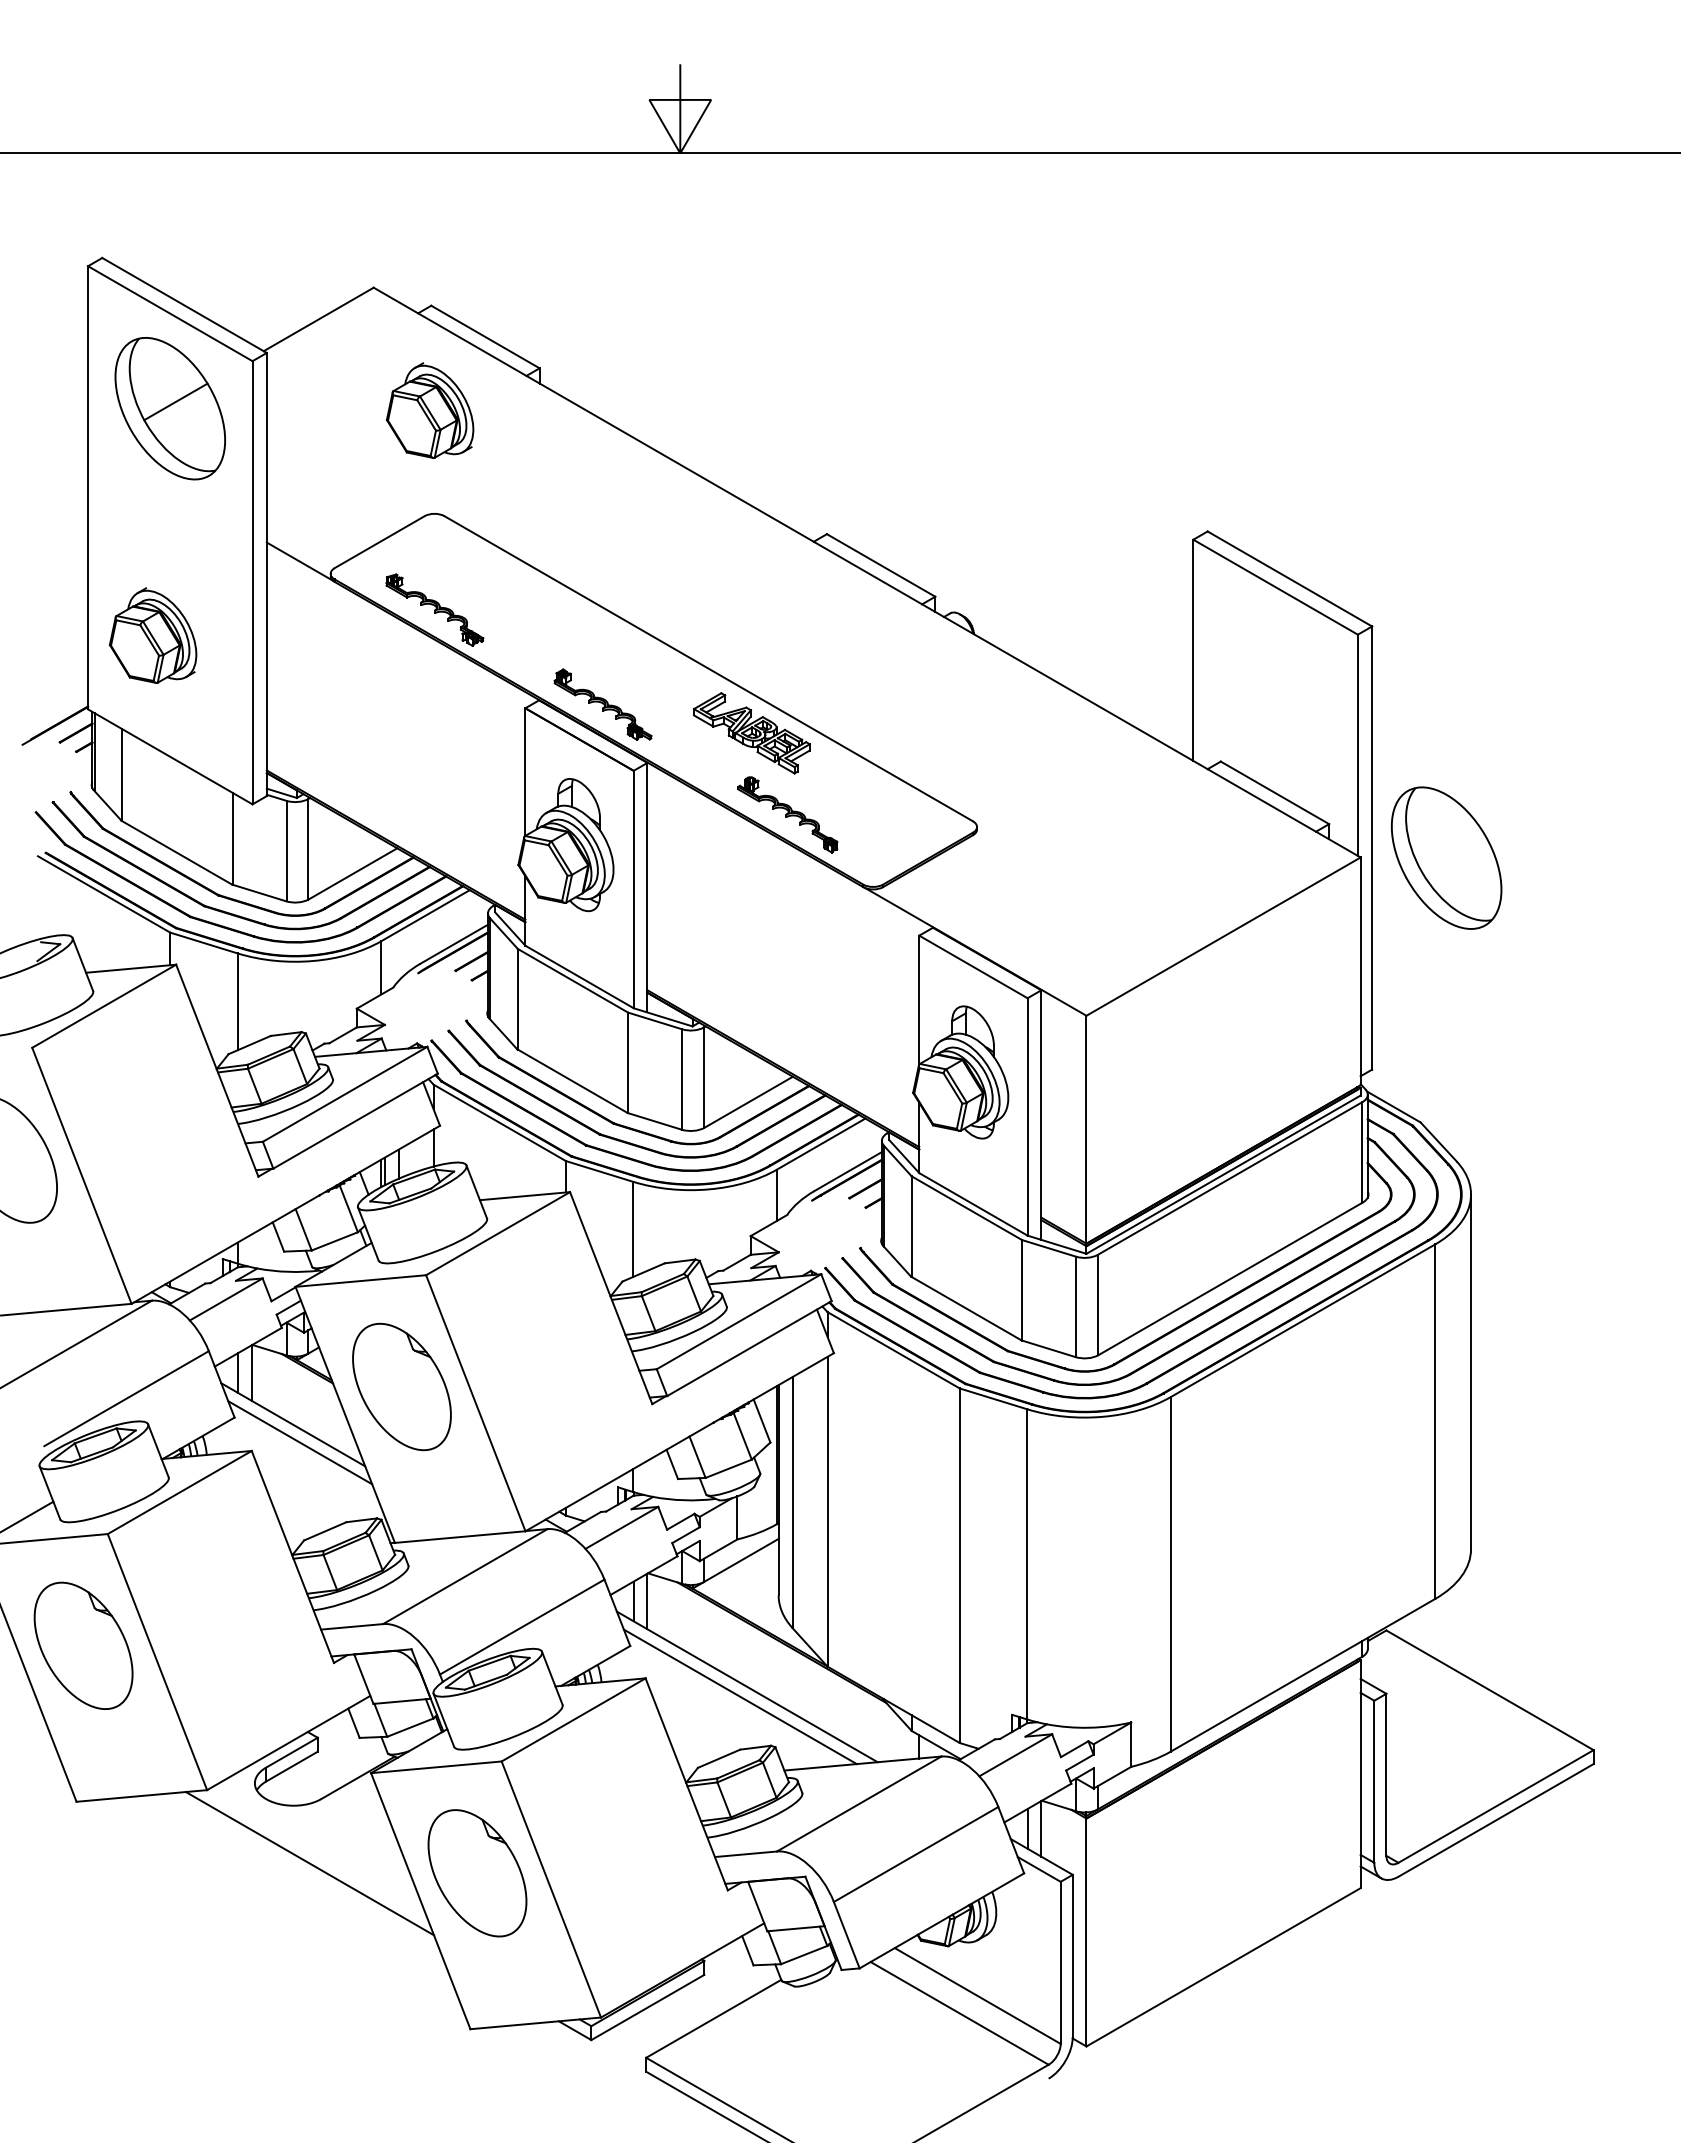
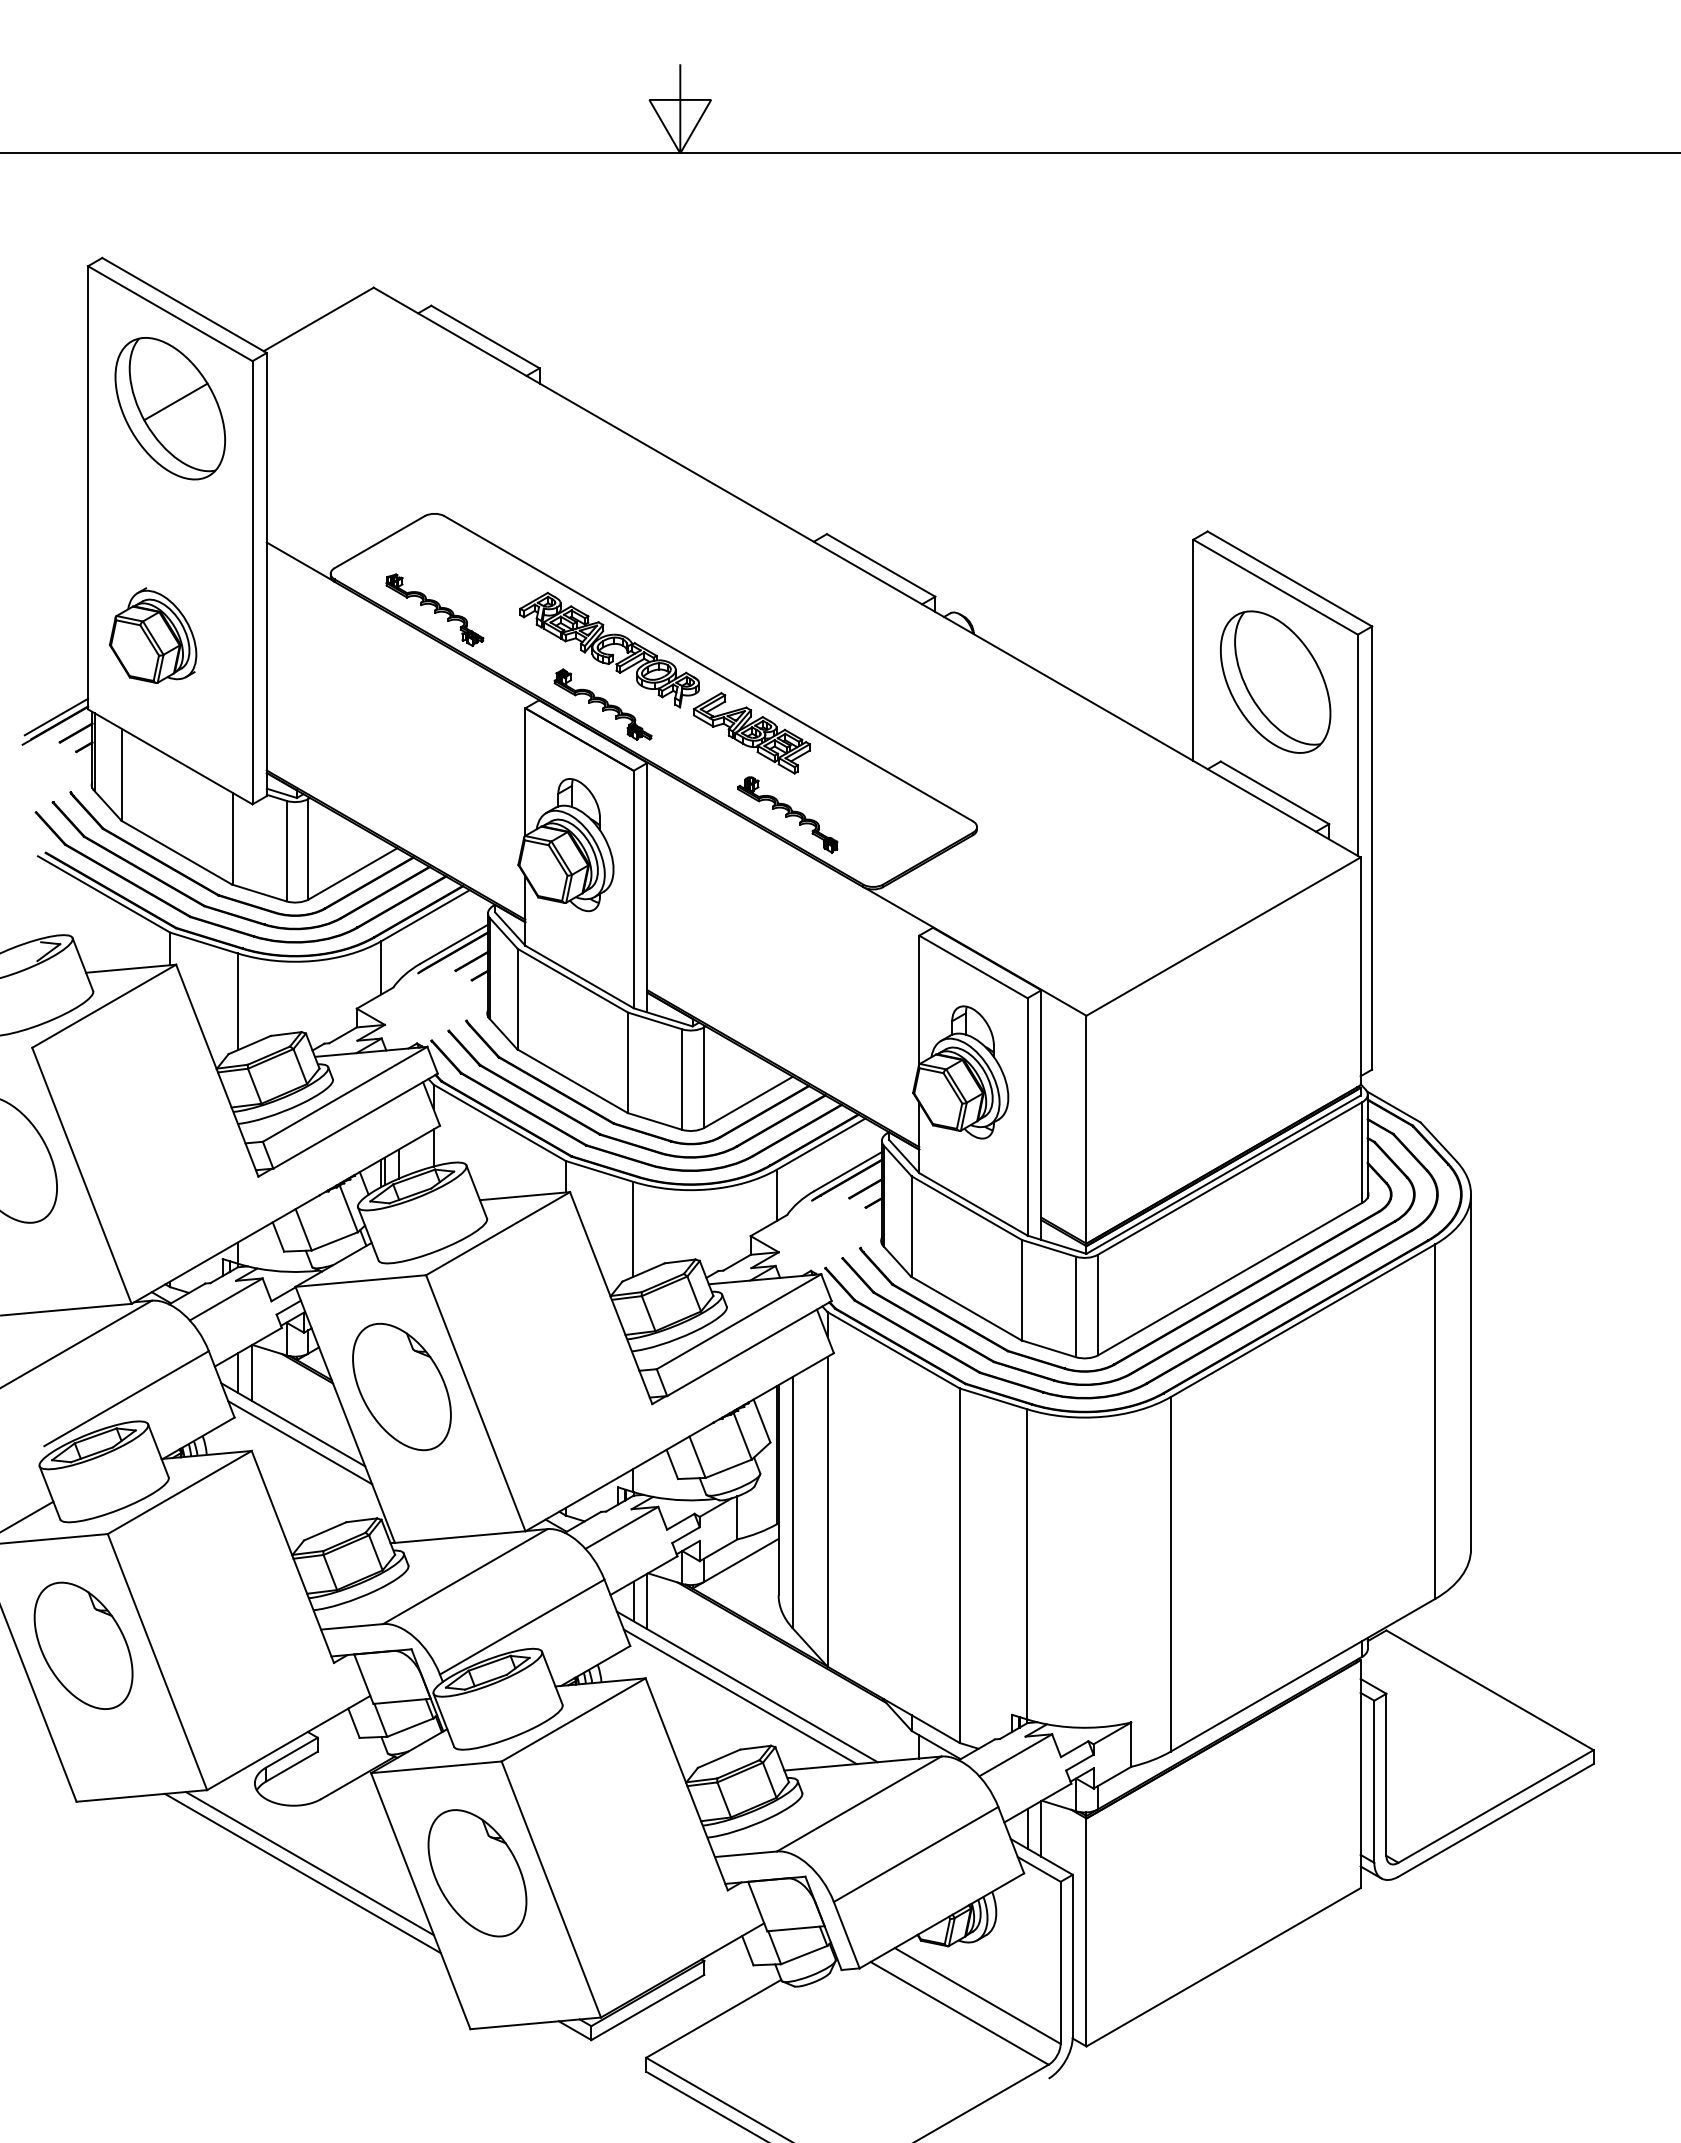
part at (429, 410): present -> none
part at (609, 649): none -> present
line at (56, 716): none -> present
part at (1446, 857) position: (1446, 857) -> (1275, 681)
line at (302, 1873): none -> present
